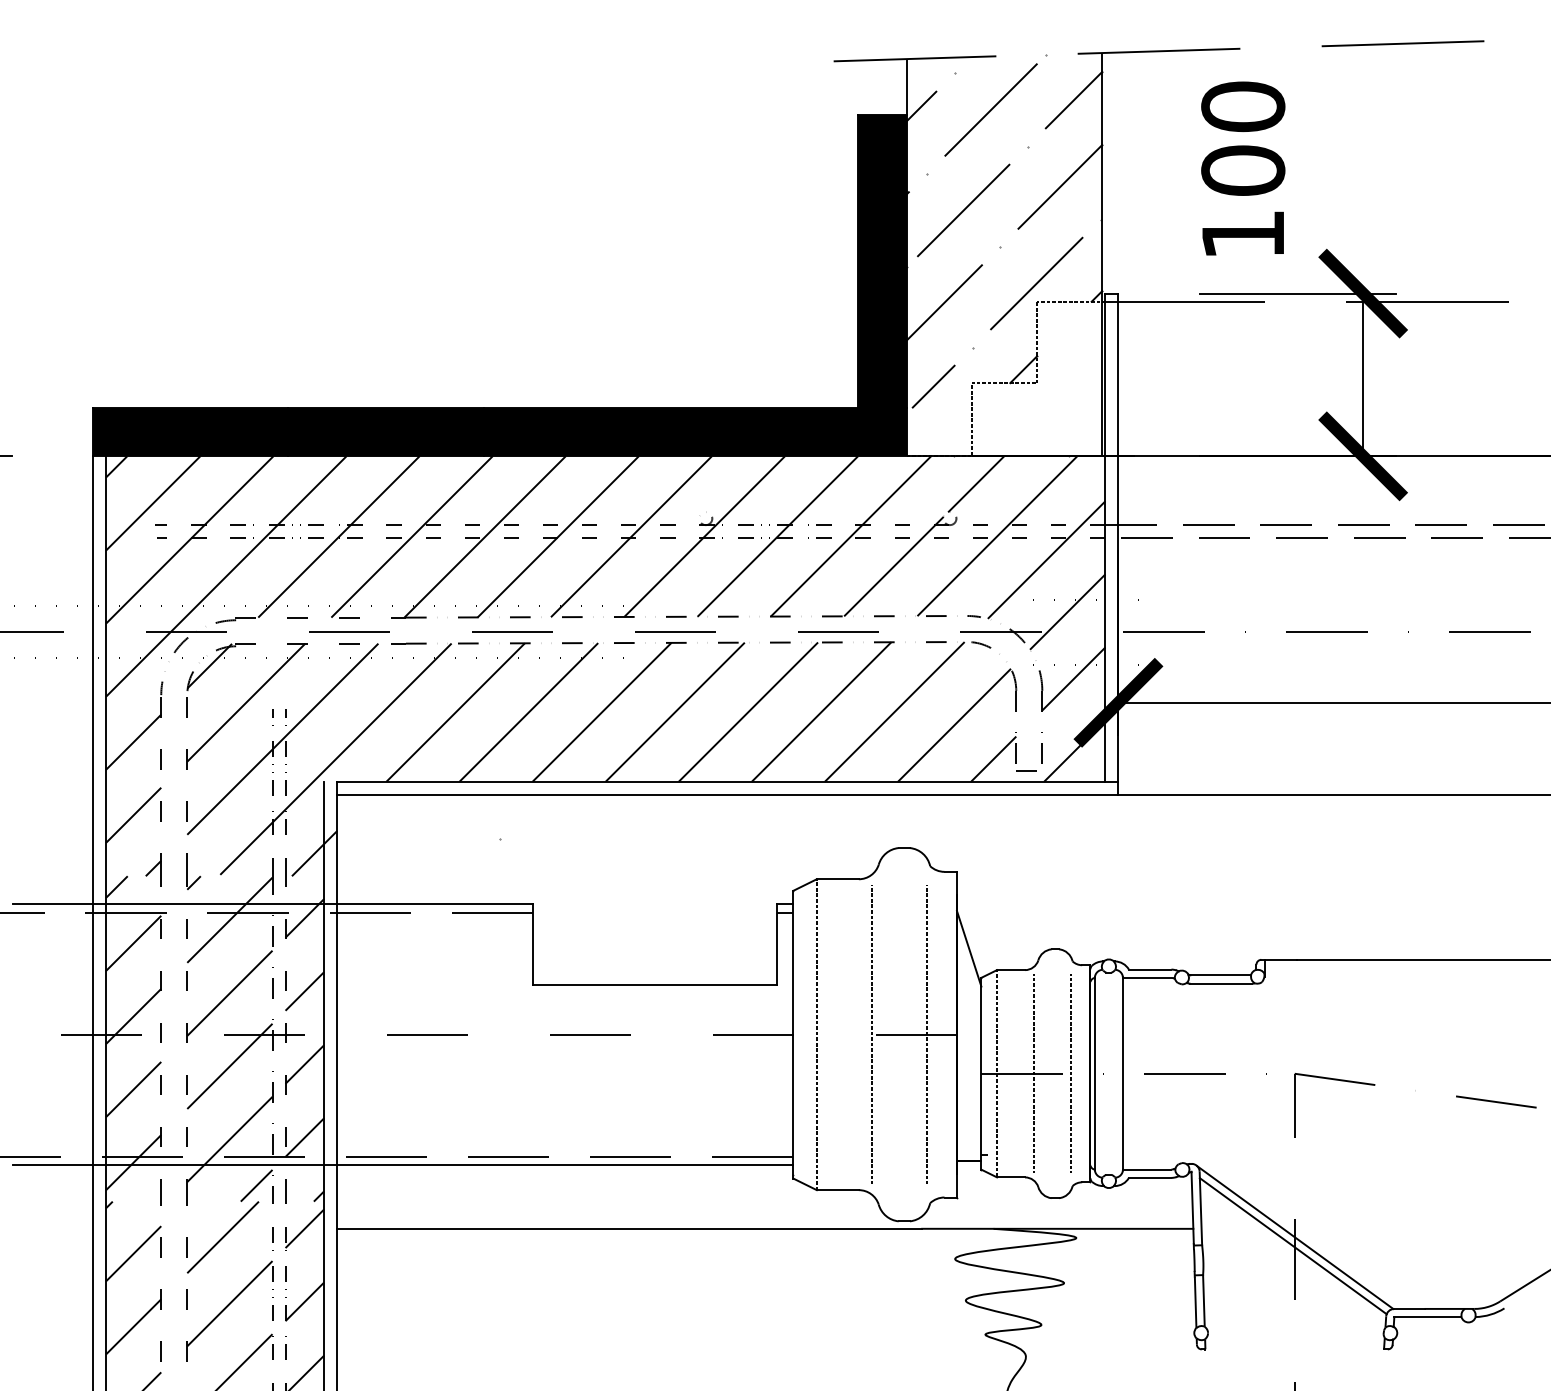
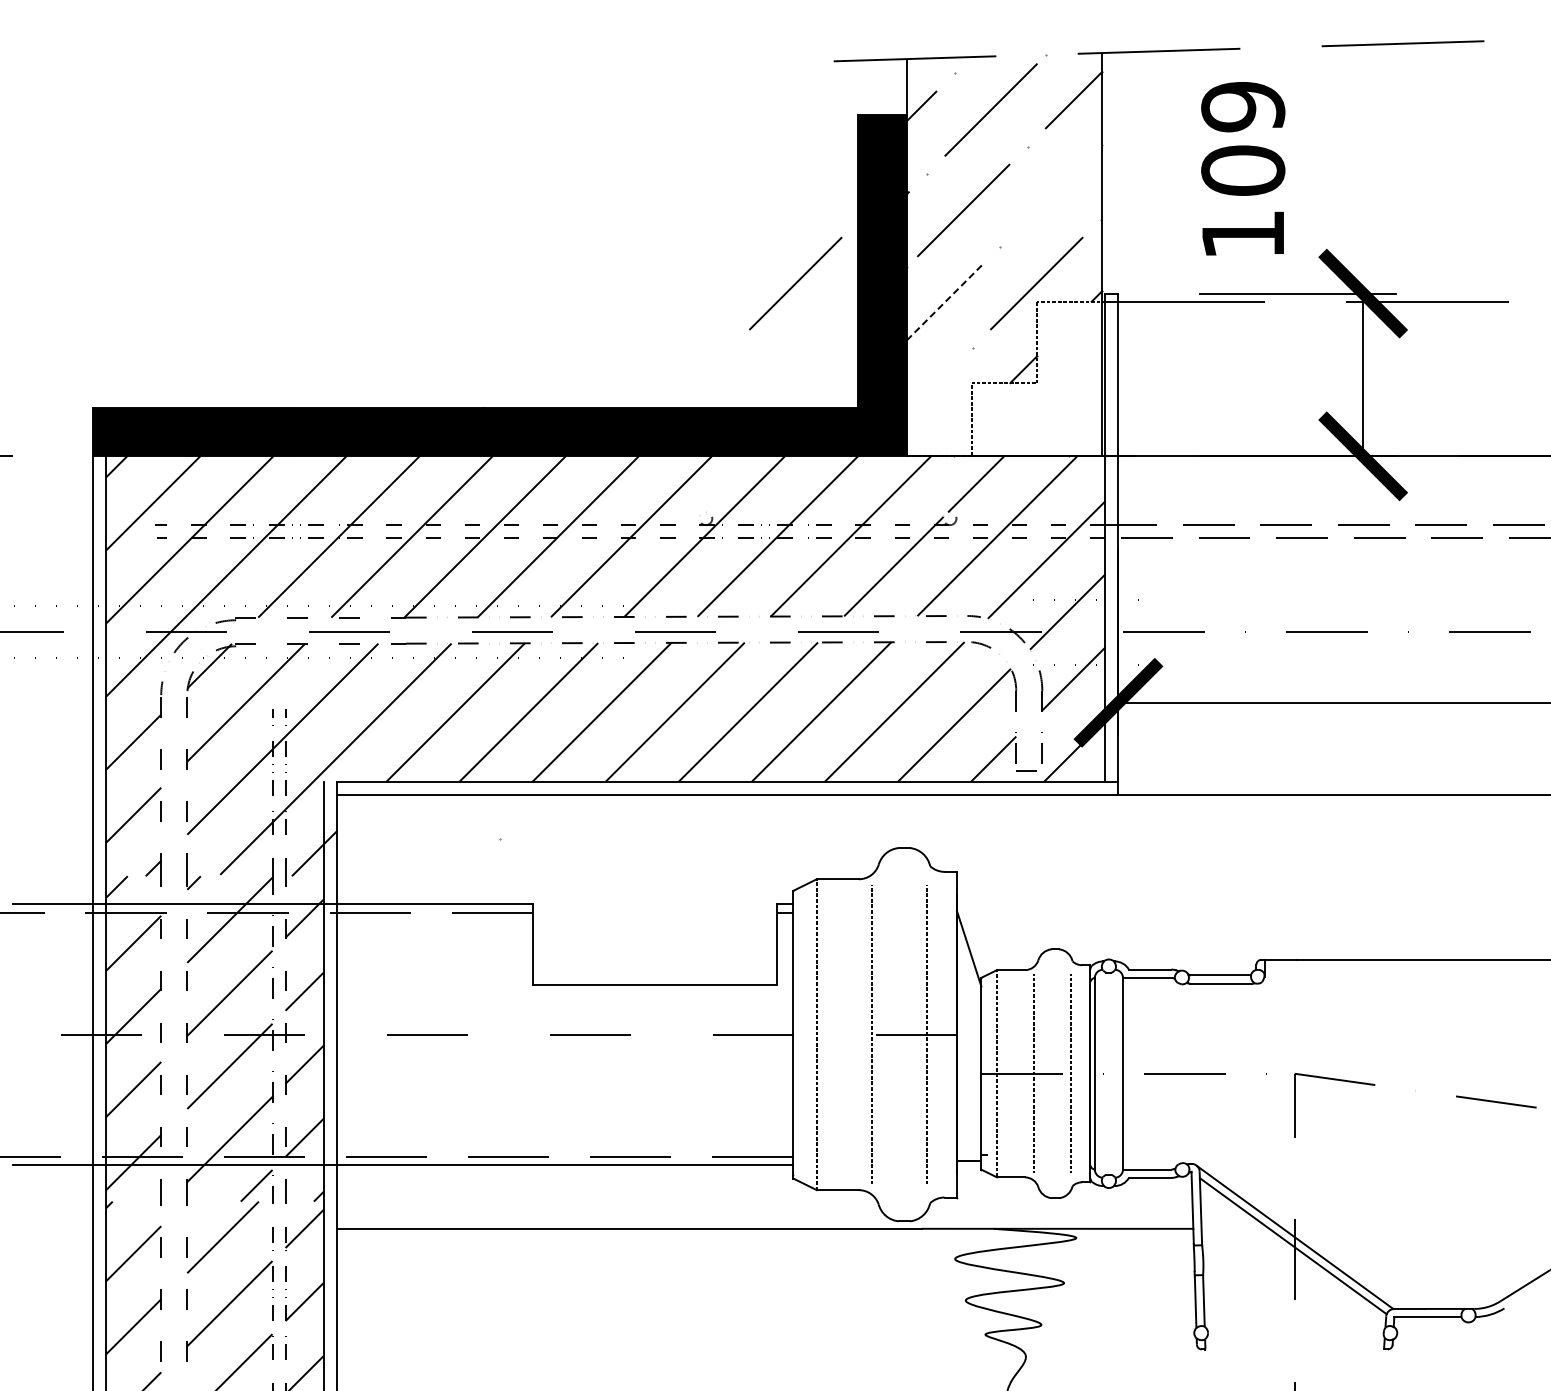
text at (1243, 106): 100 -> 109
line at (1060, 186): present -> none
line at (795, 283): none -> present
line at (944, 302): solid -> dashed
line at (933, 386): present -> none
